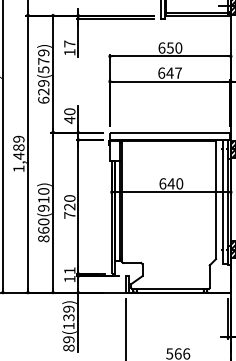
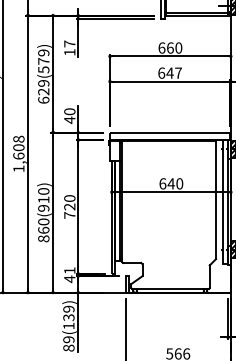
text at (169, 47): 650 -> 660
text at (18, 147): 1,489 -> 1,608
text at (69, 278): 11 -> 41
